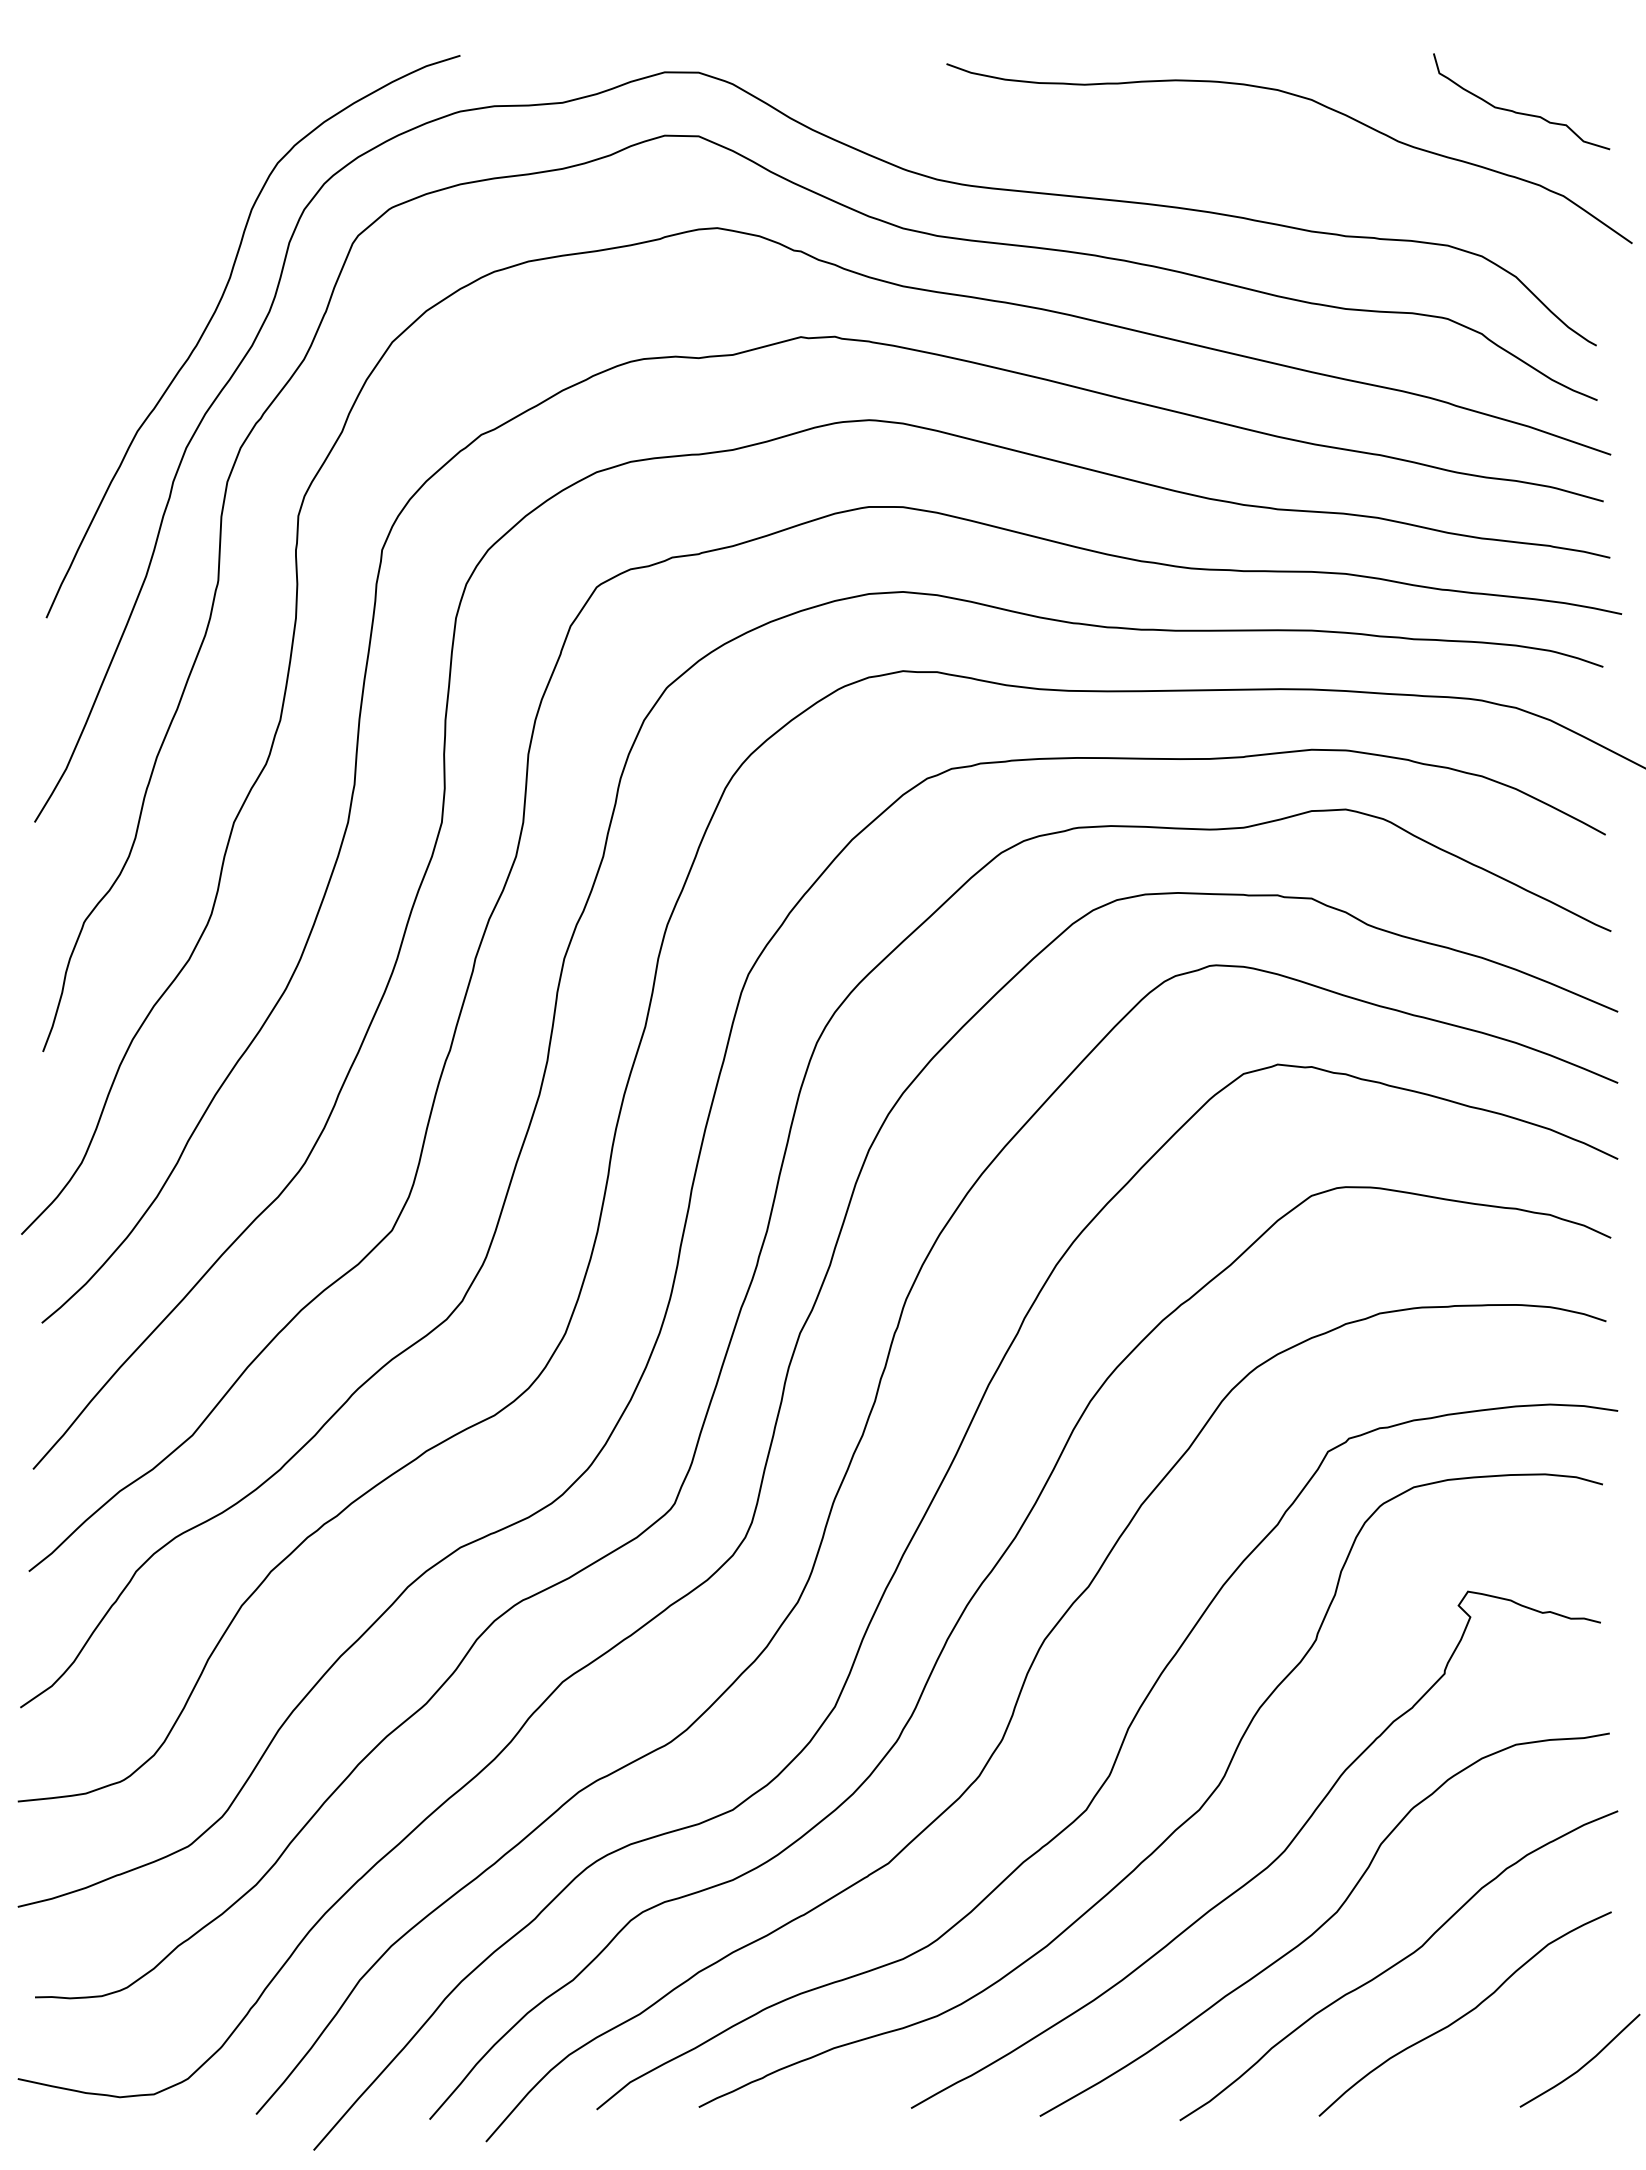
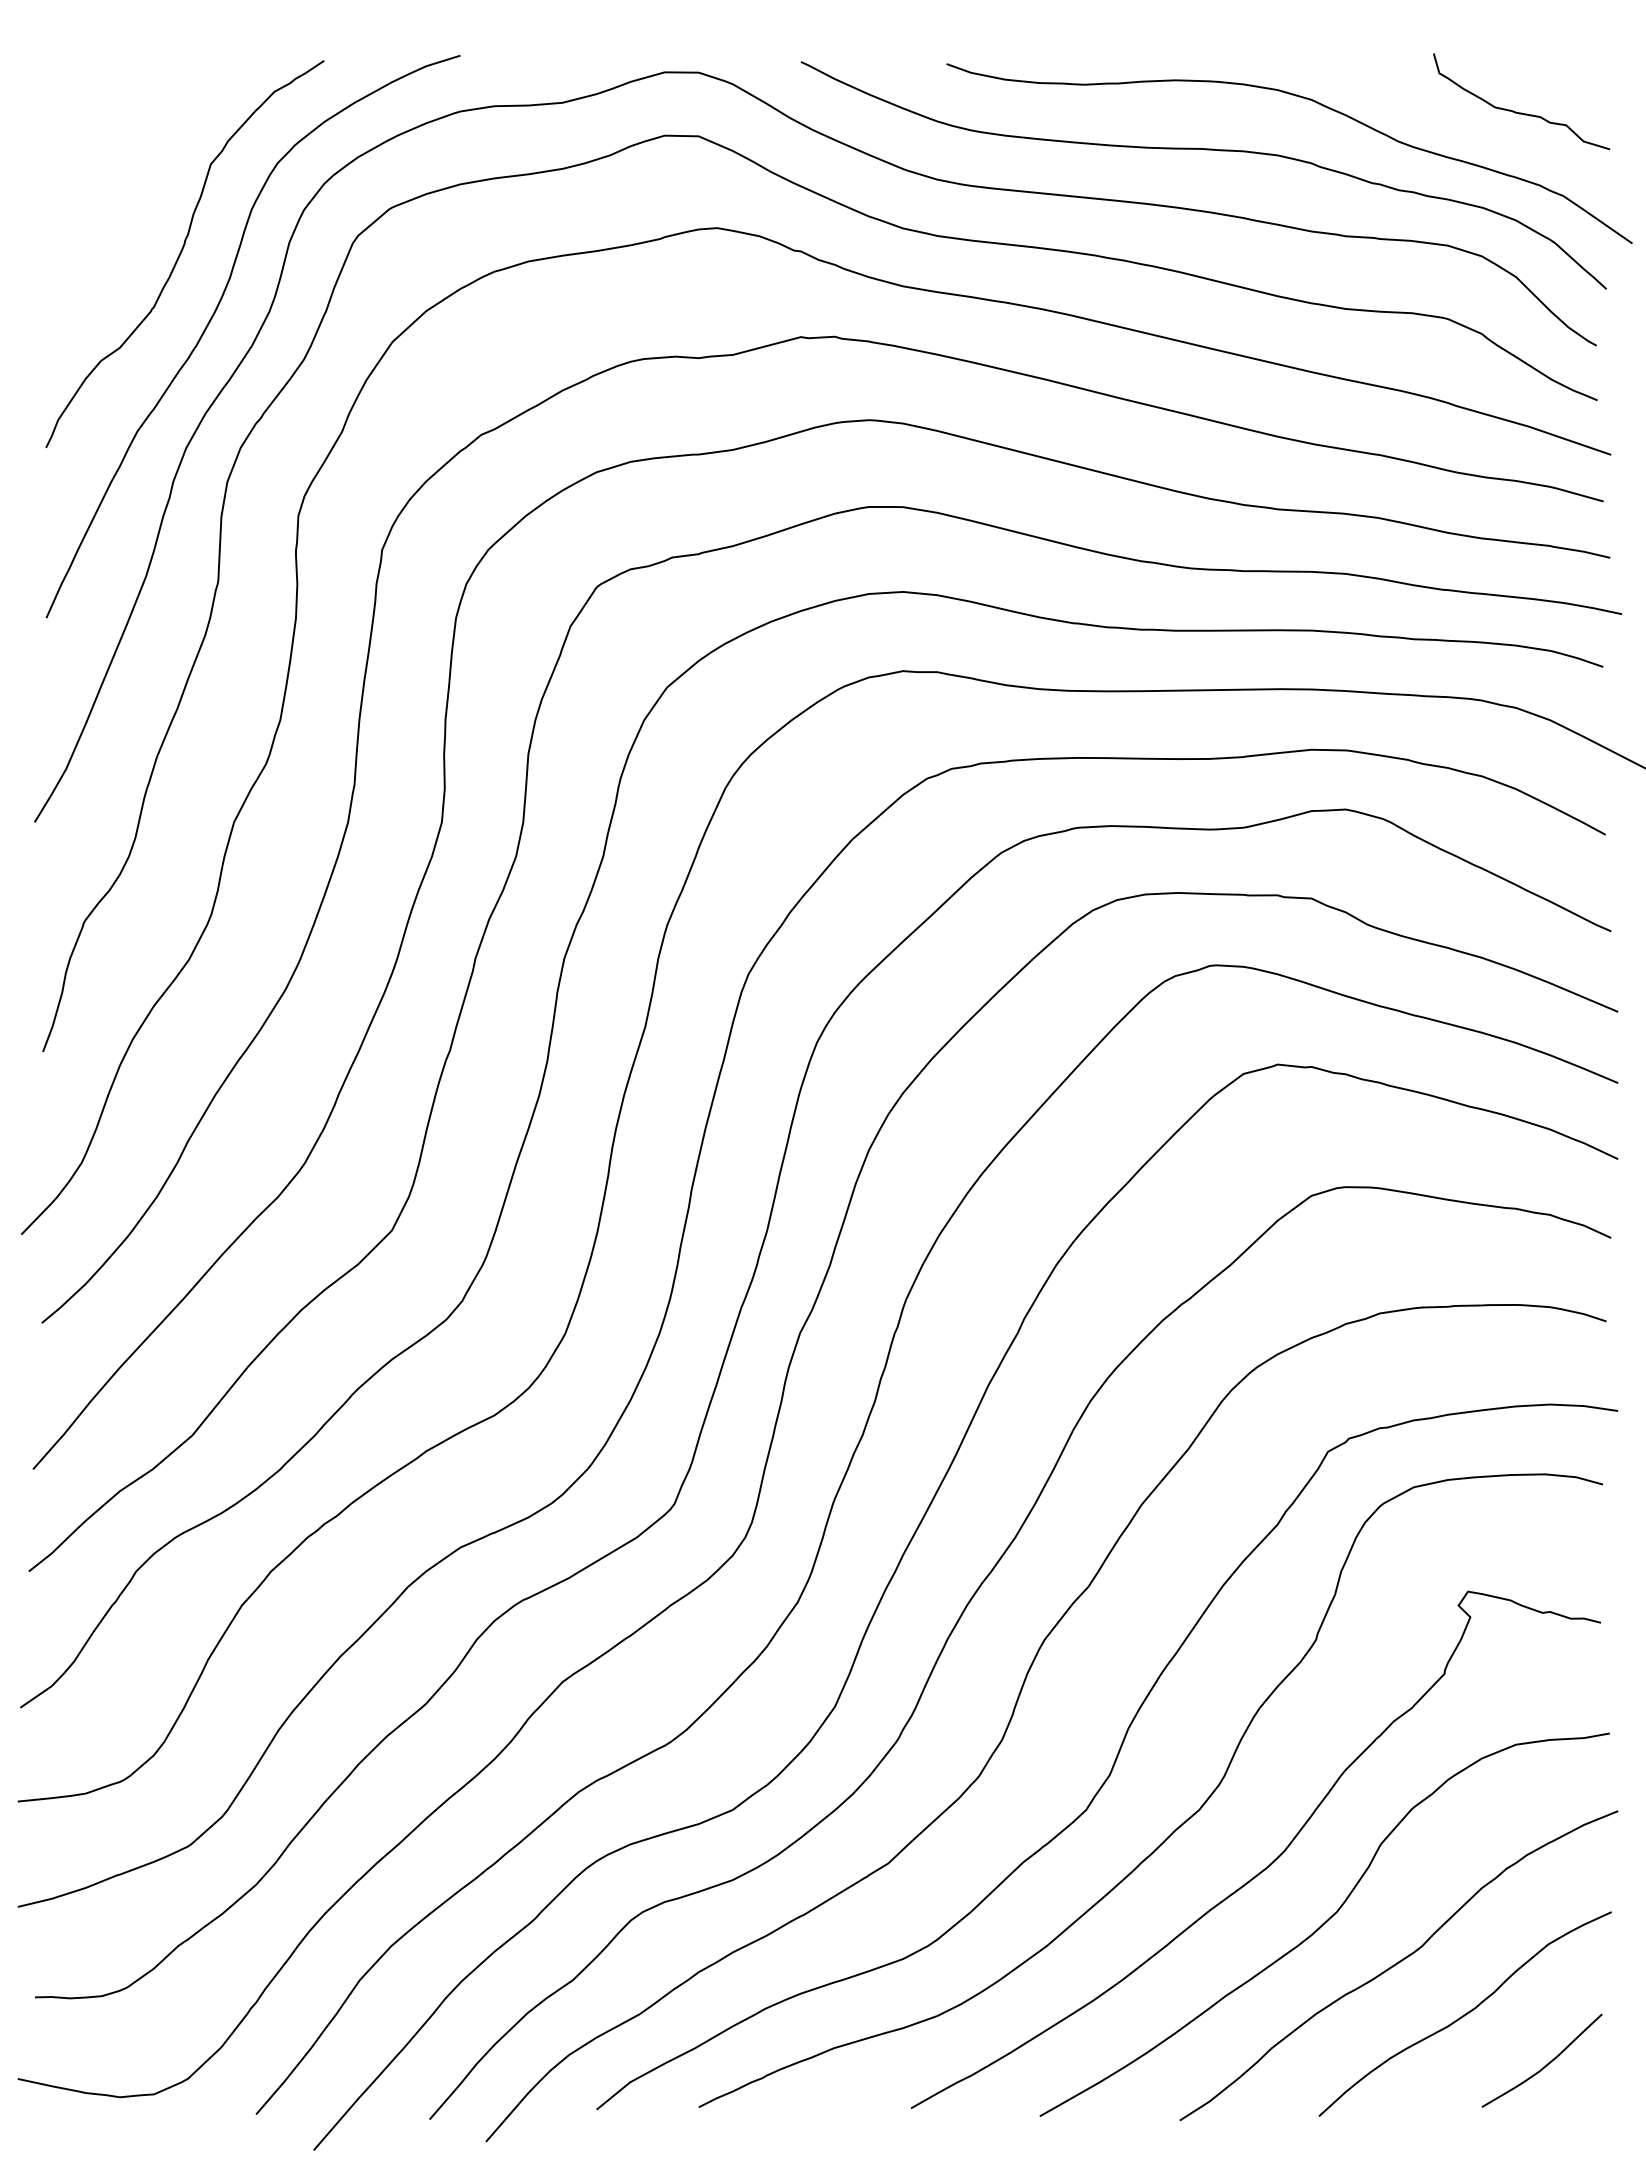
curve at (1205, 150): none -> present
curve at (181, 253): none -> present
curve at (1581, 2066) position: (1581, 2066) -> (1543, 2066)
